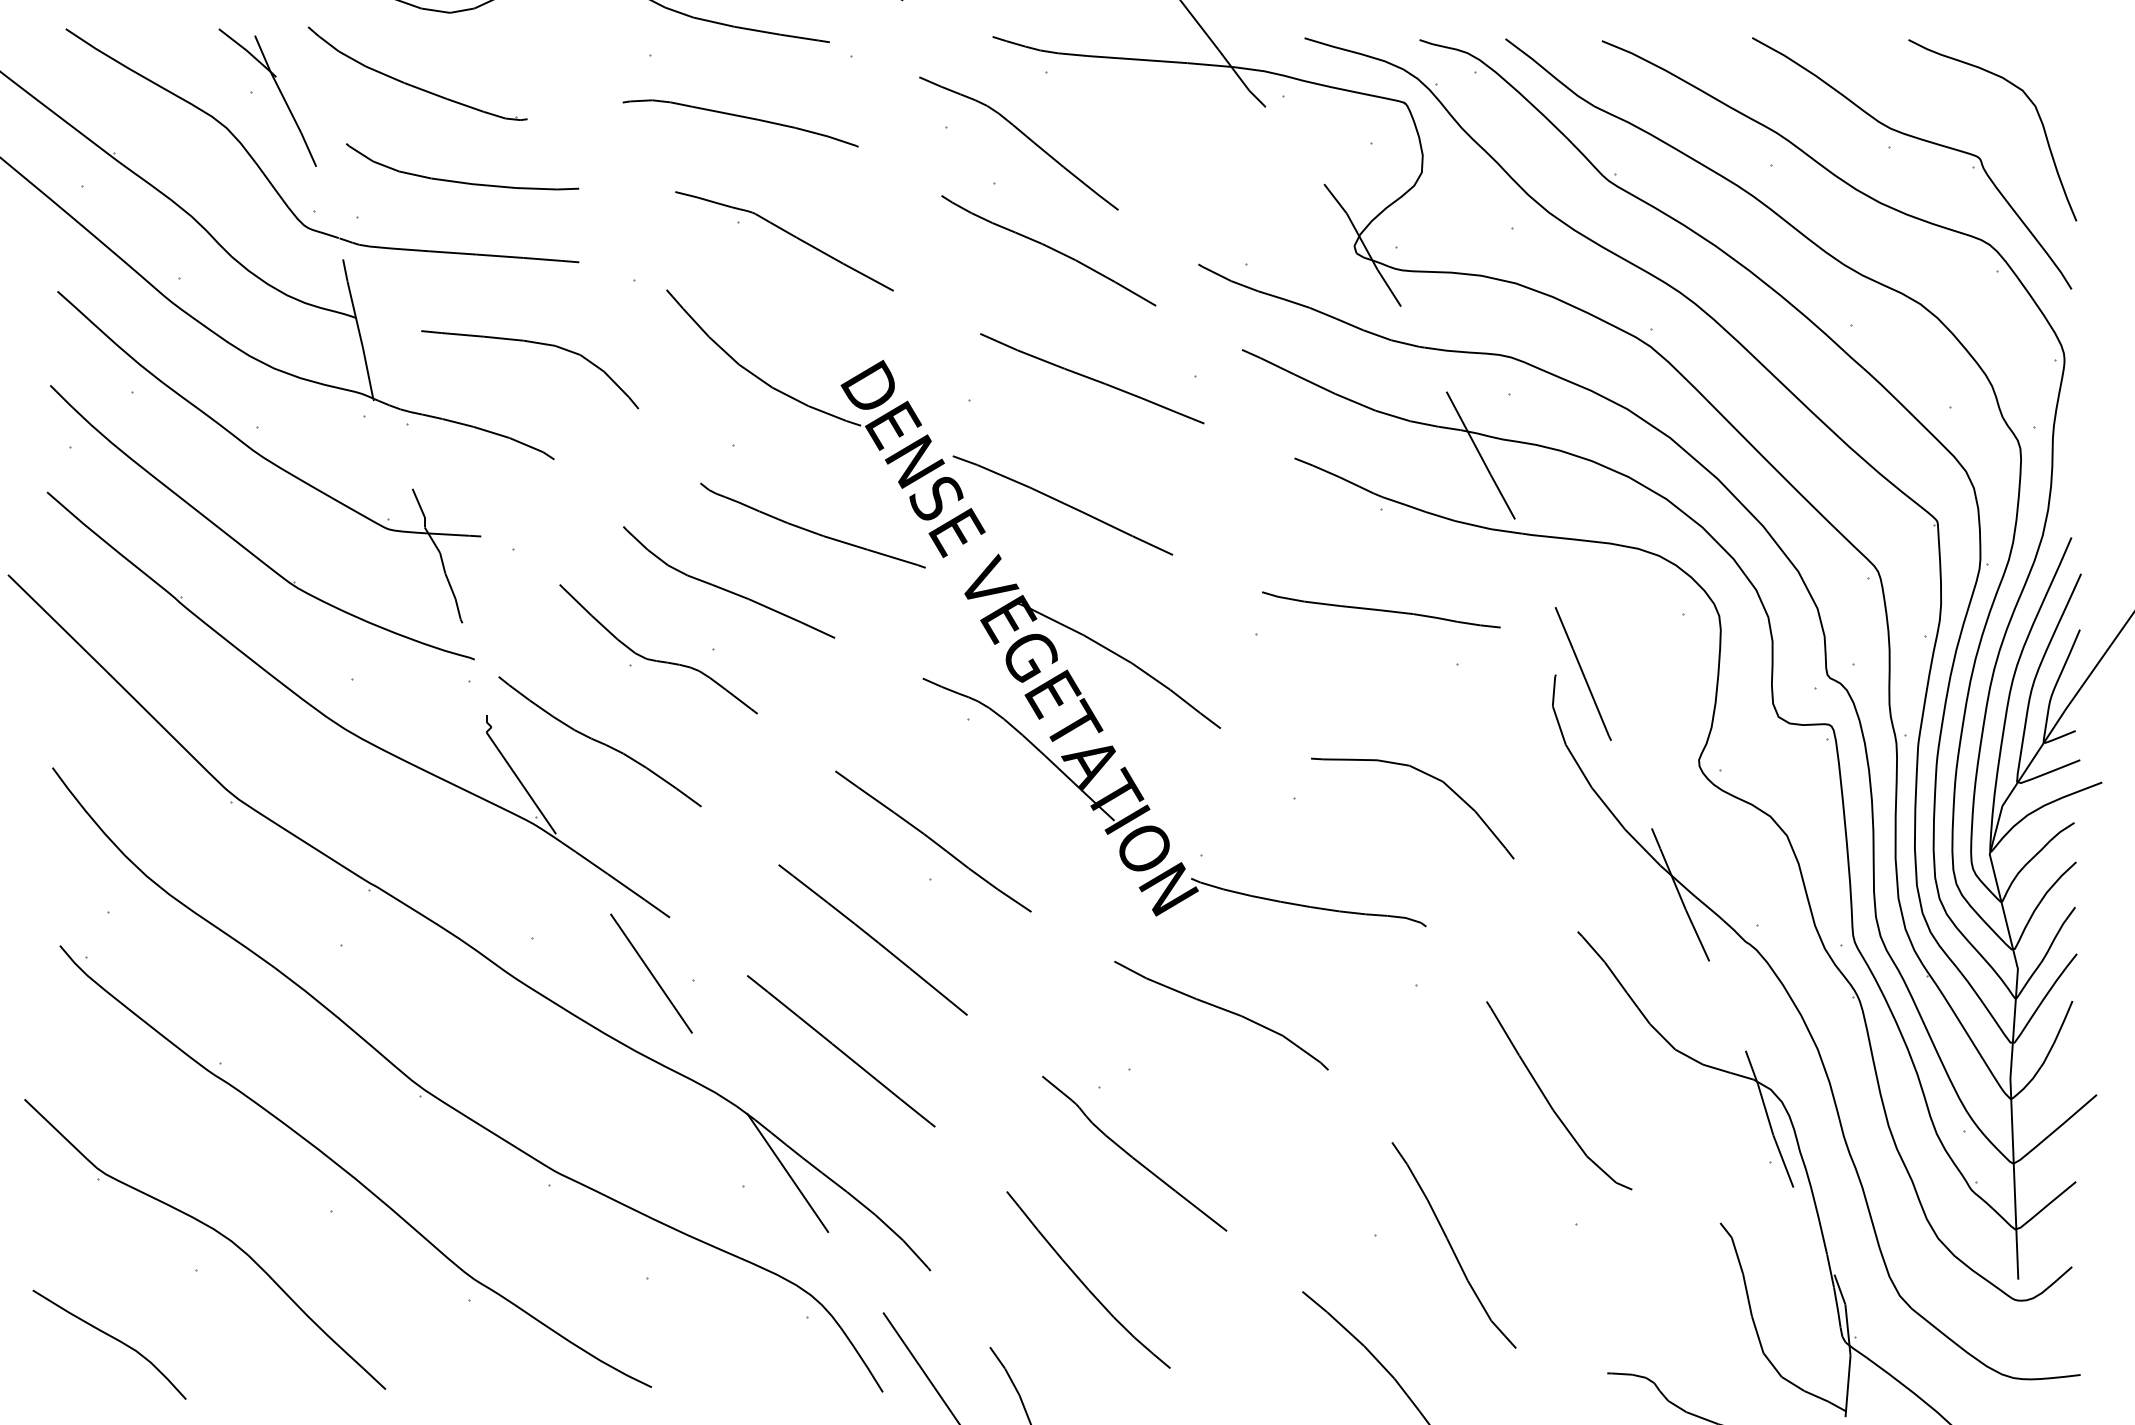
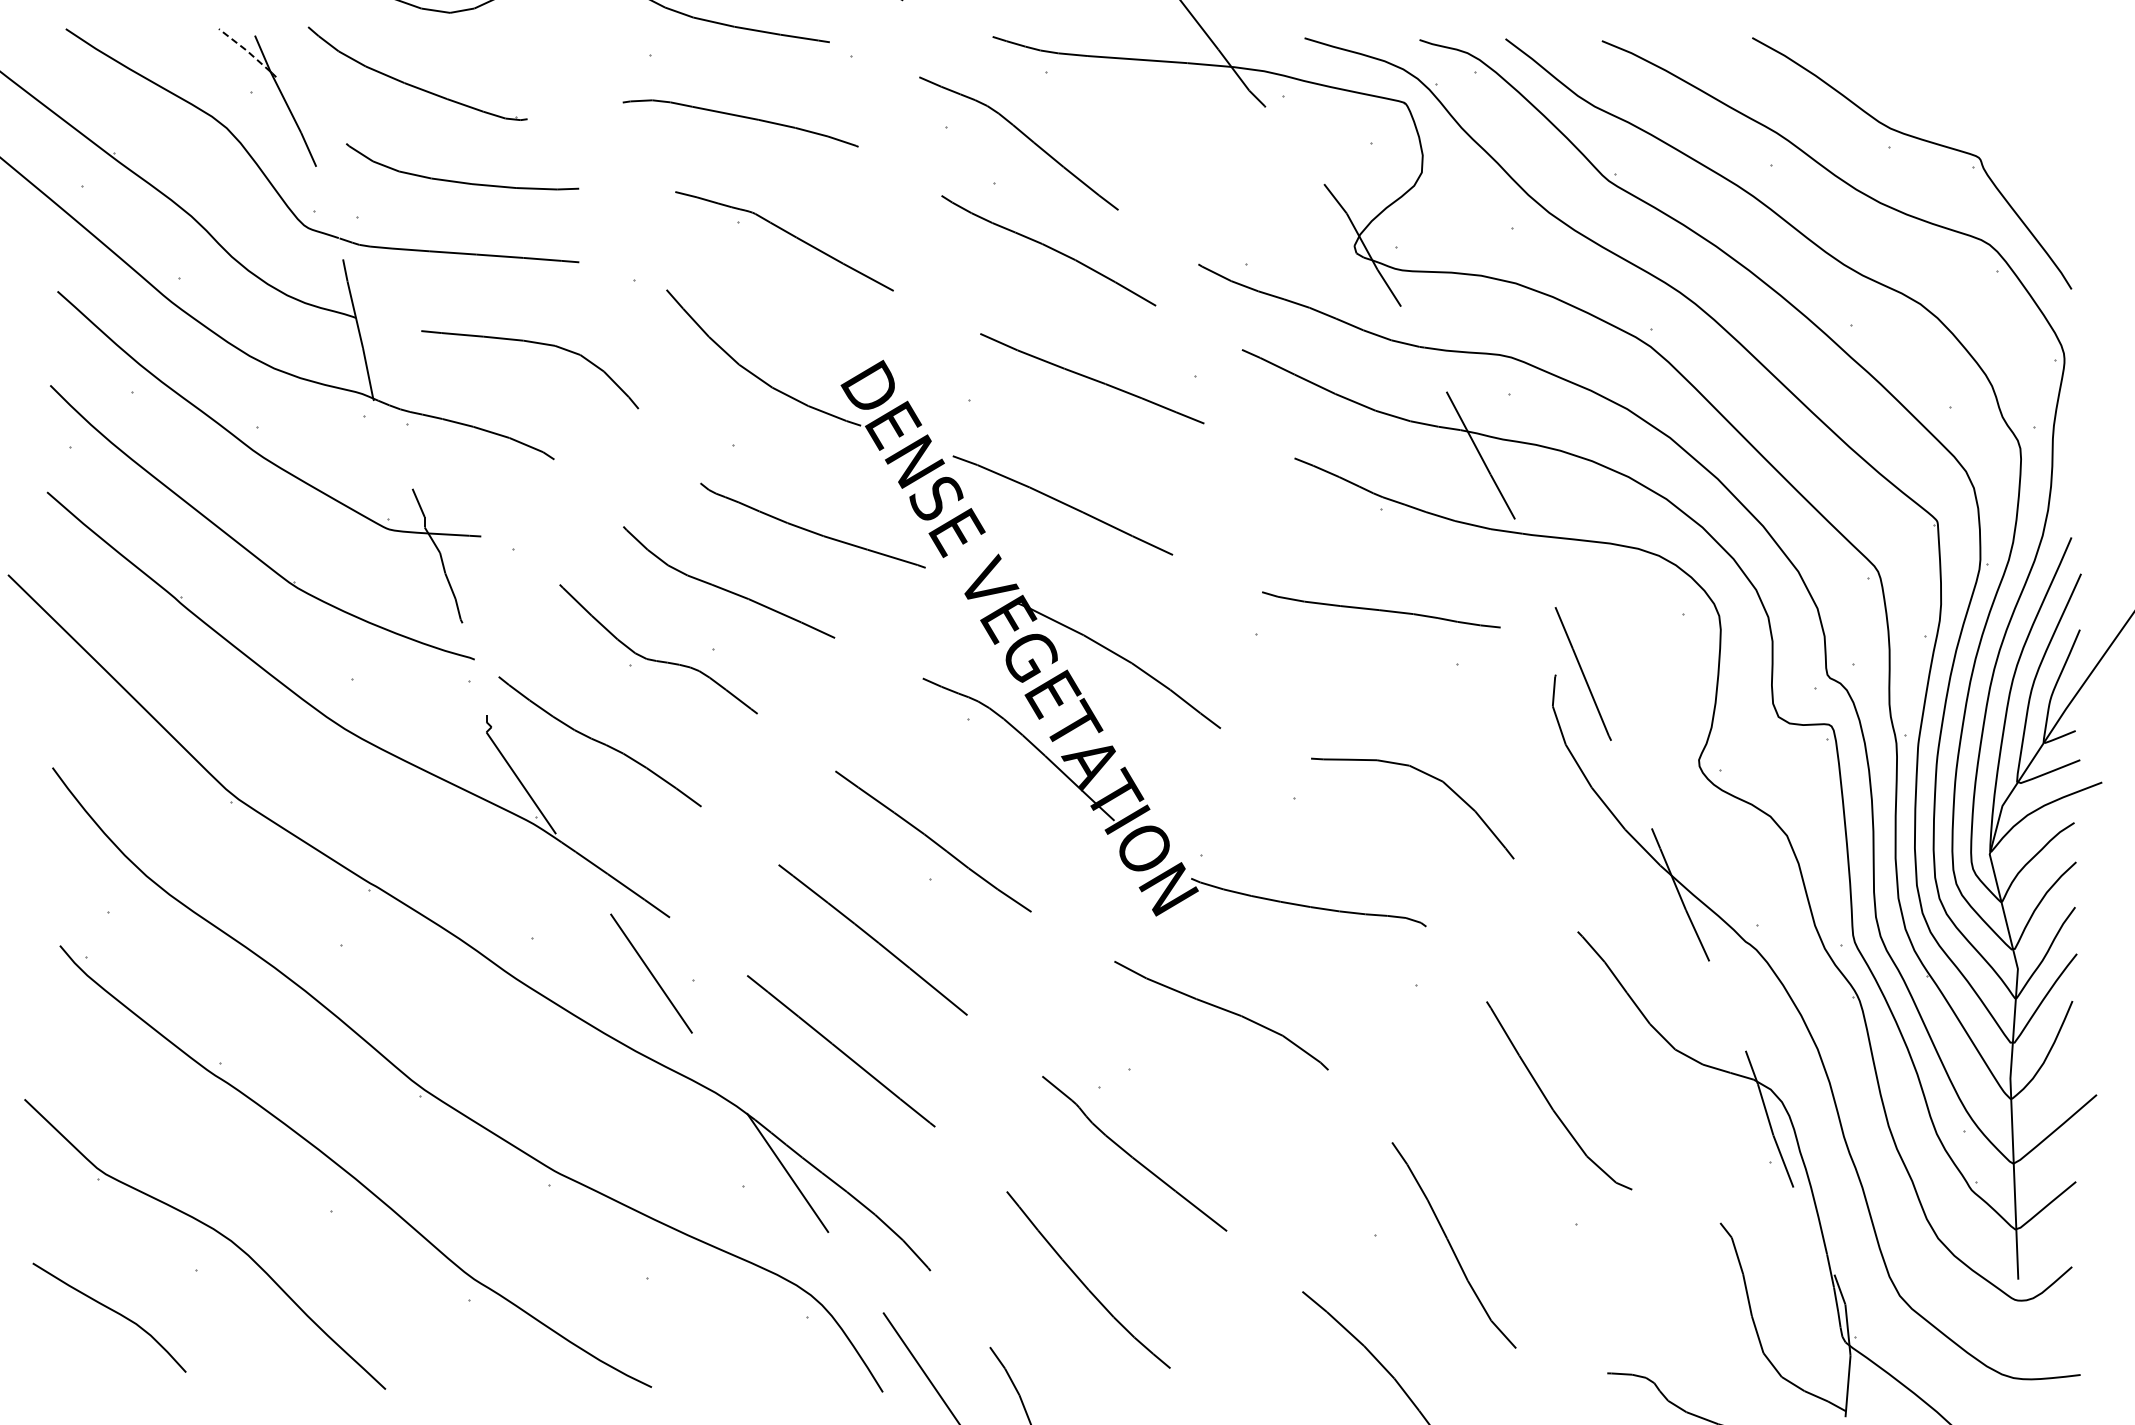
line at (245, 49): solid -> dashed
curve at (2027, 98): present -> none
curve at (112, 1338) position: (112, 1338) -> (112, 1311)
